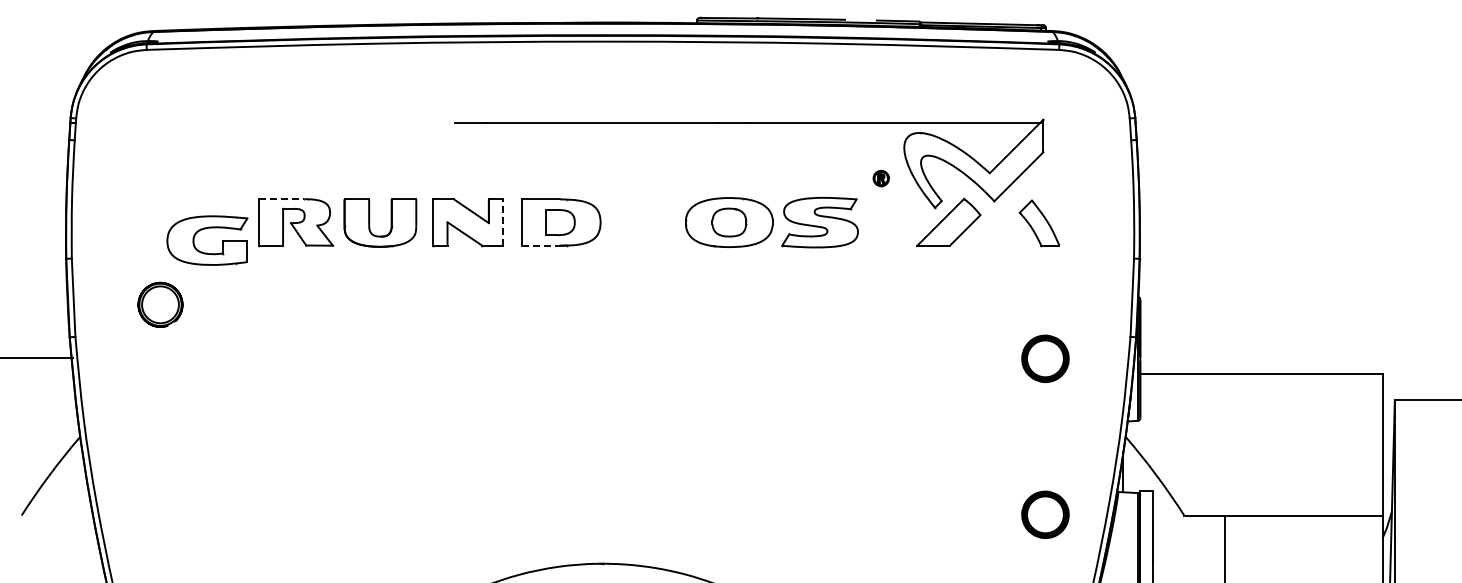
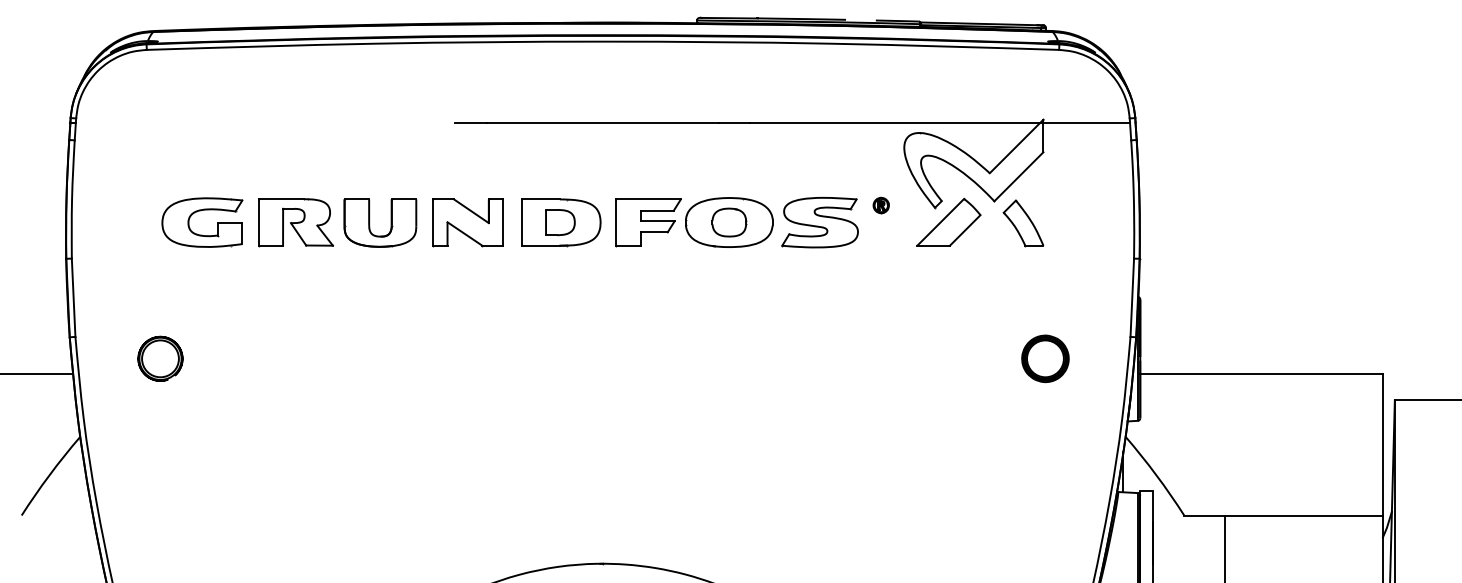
line at (1086, 122): none -> present
part at (880, 178) position: (880, 178) -> (880, 205)
line at (281, 199): dashed -> solid
line at (503, 222): dashed -> solid
part at (648, 222): none -> present
part at (1039, 223) position: (1039, 223) -> (1023, 223)
part at (205, 229) position: (205, 229) -> (200, 211)
line at (541, 245): dashed -> solid
part at (160, 304) position: (160, 304) -> (160, 358)
line at (37, 357) position: (37, 357) -> (37, 373)
part at (1045, 514): present -> none
